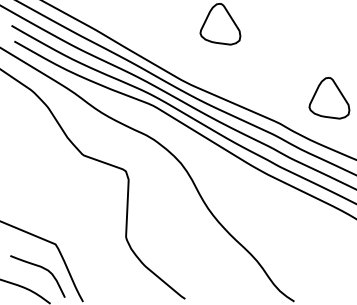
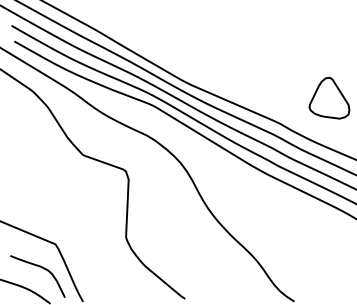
part at (220, 24): present -> none
